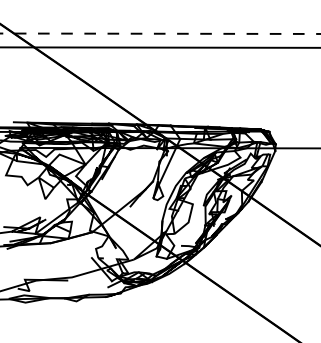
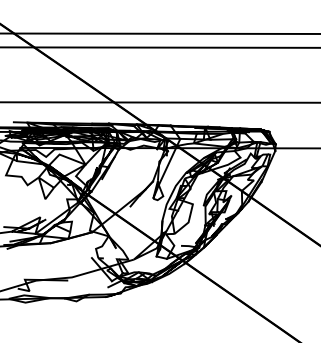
line at (160, 33): dashed -> solid
line at (159, 102): none -> present
